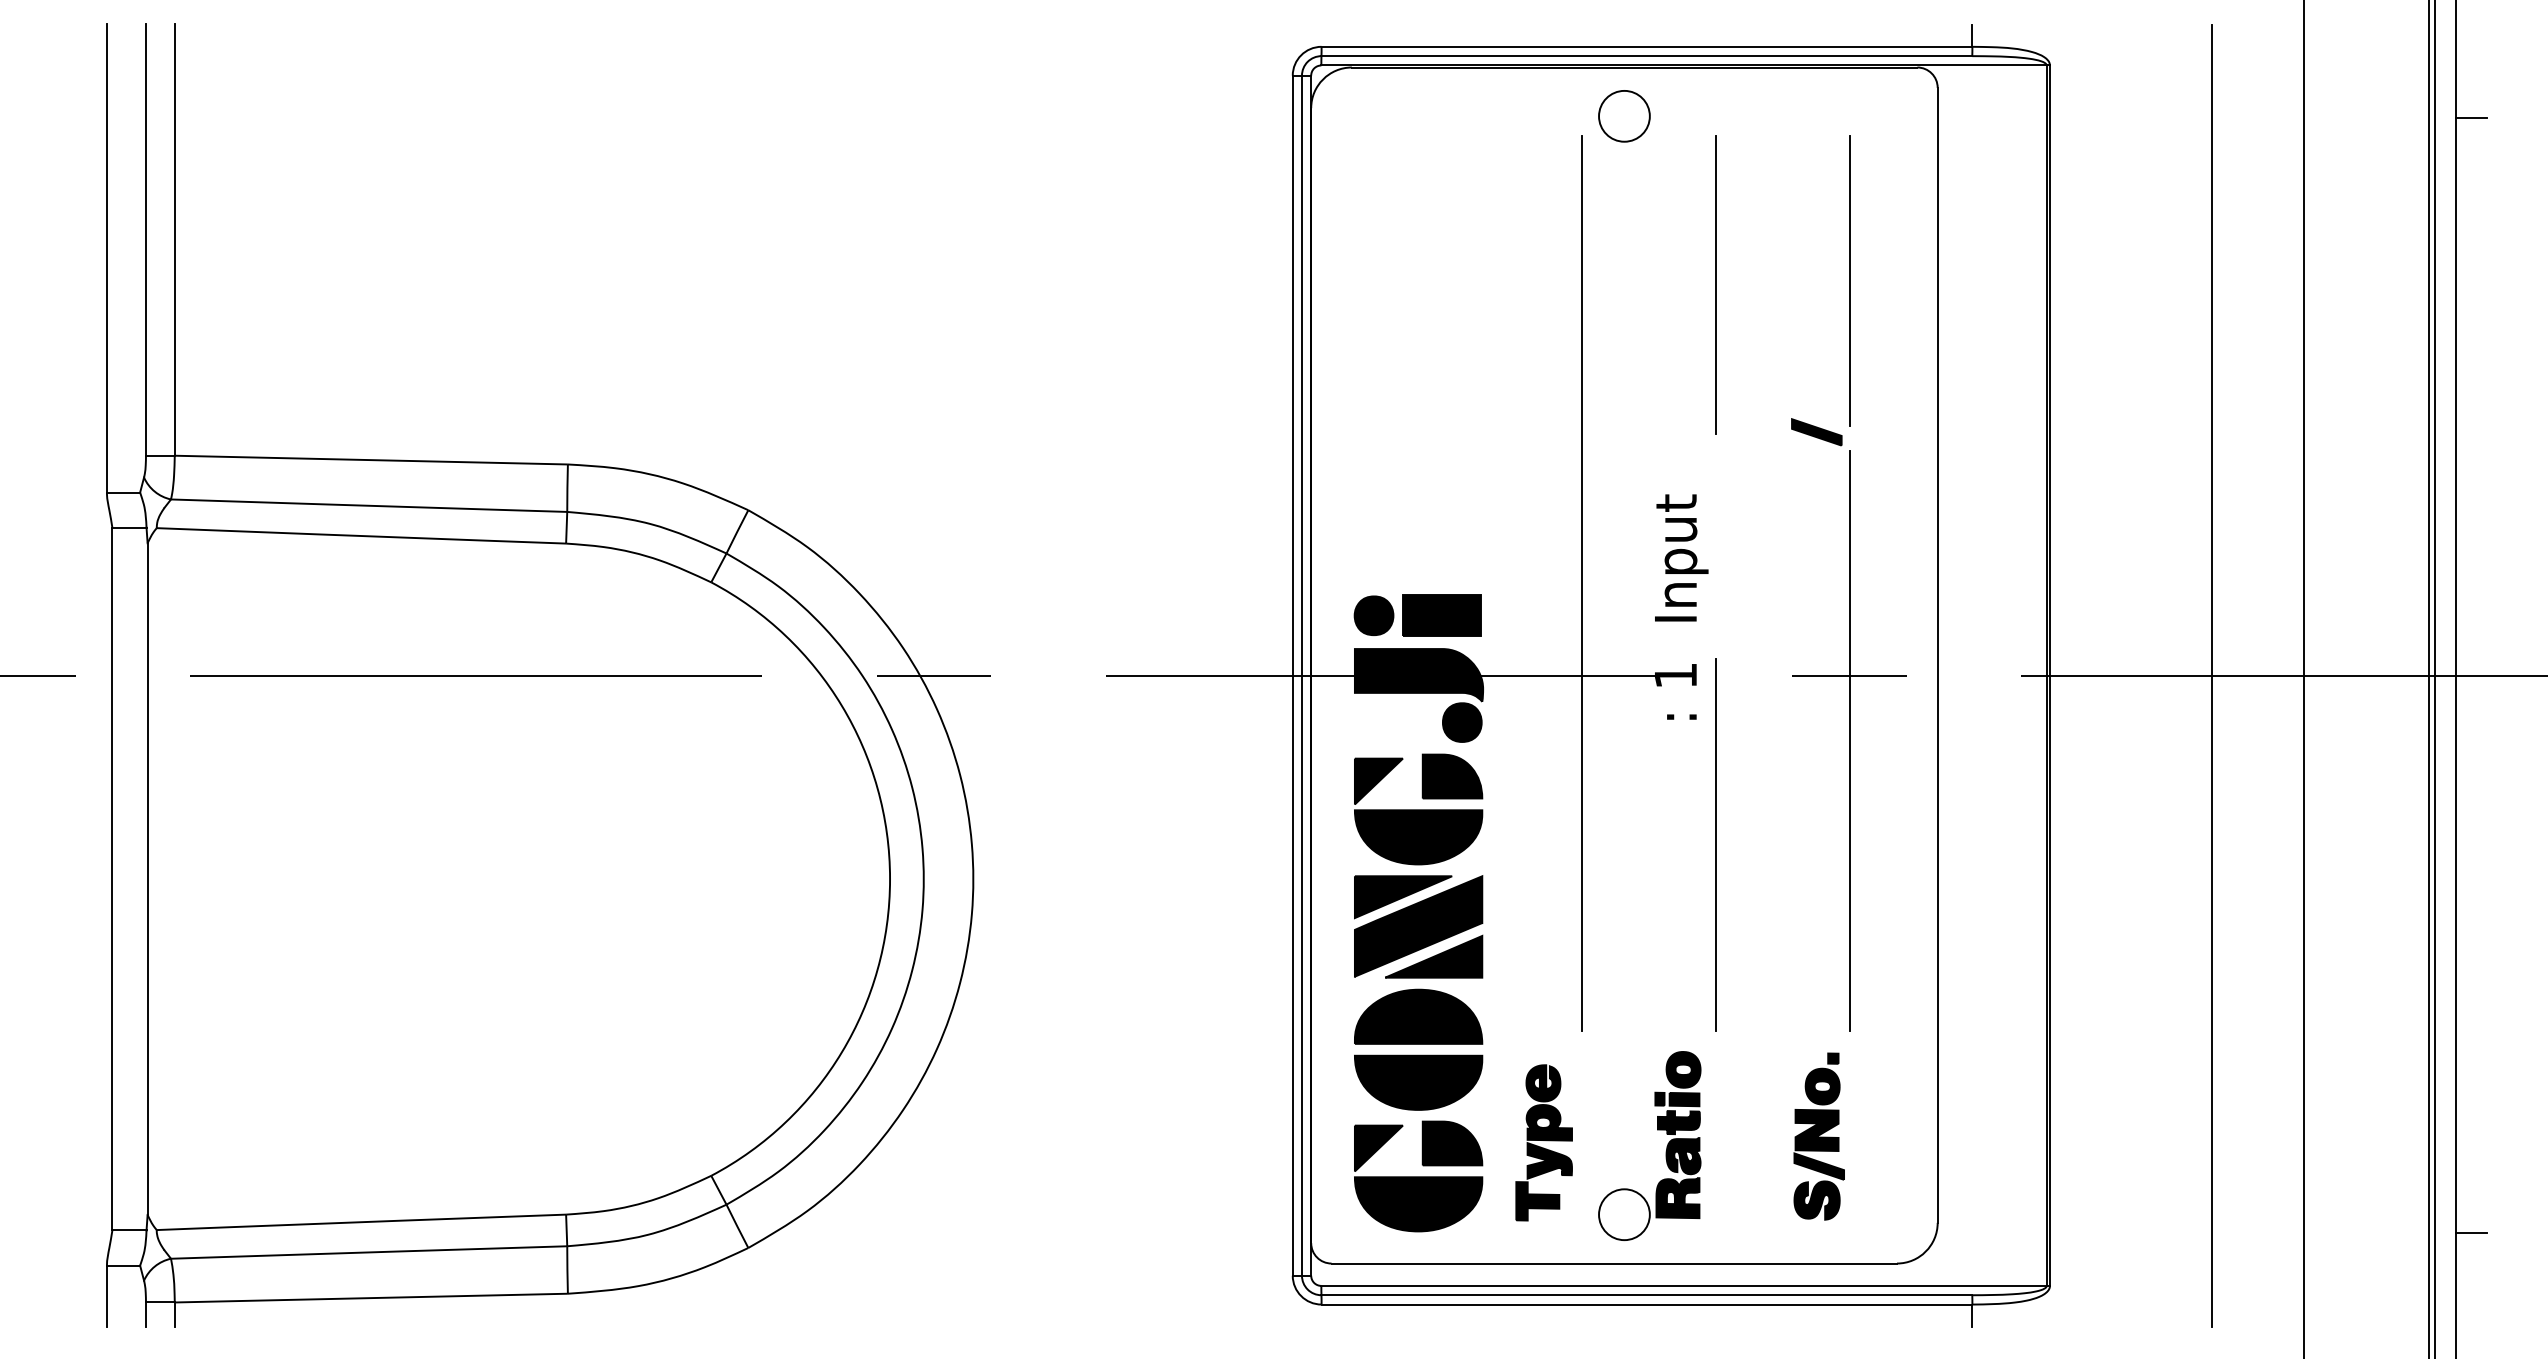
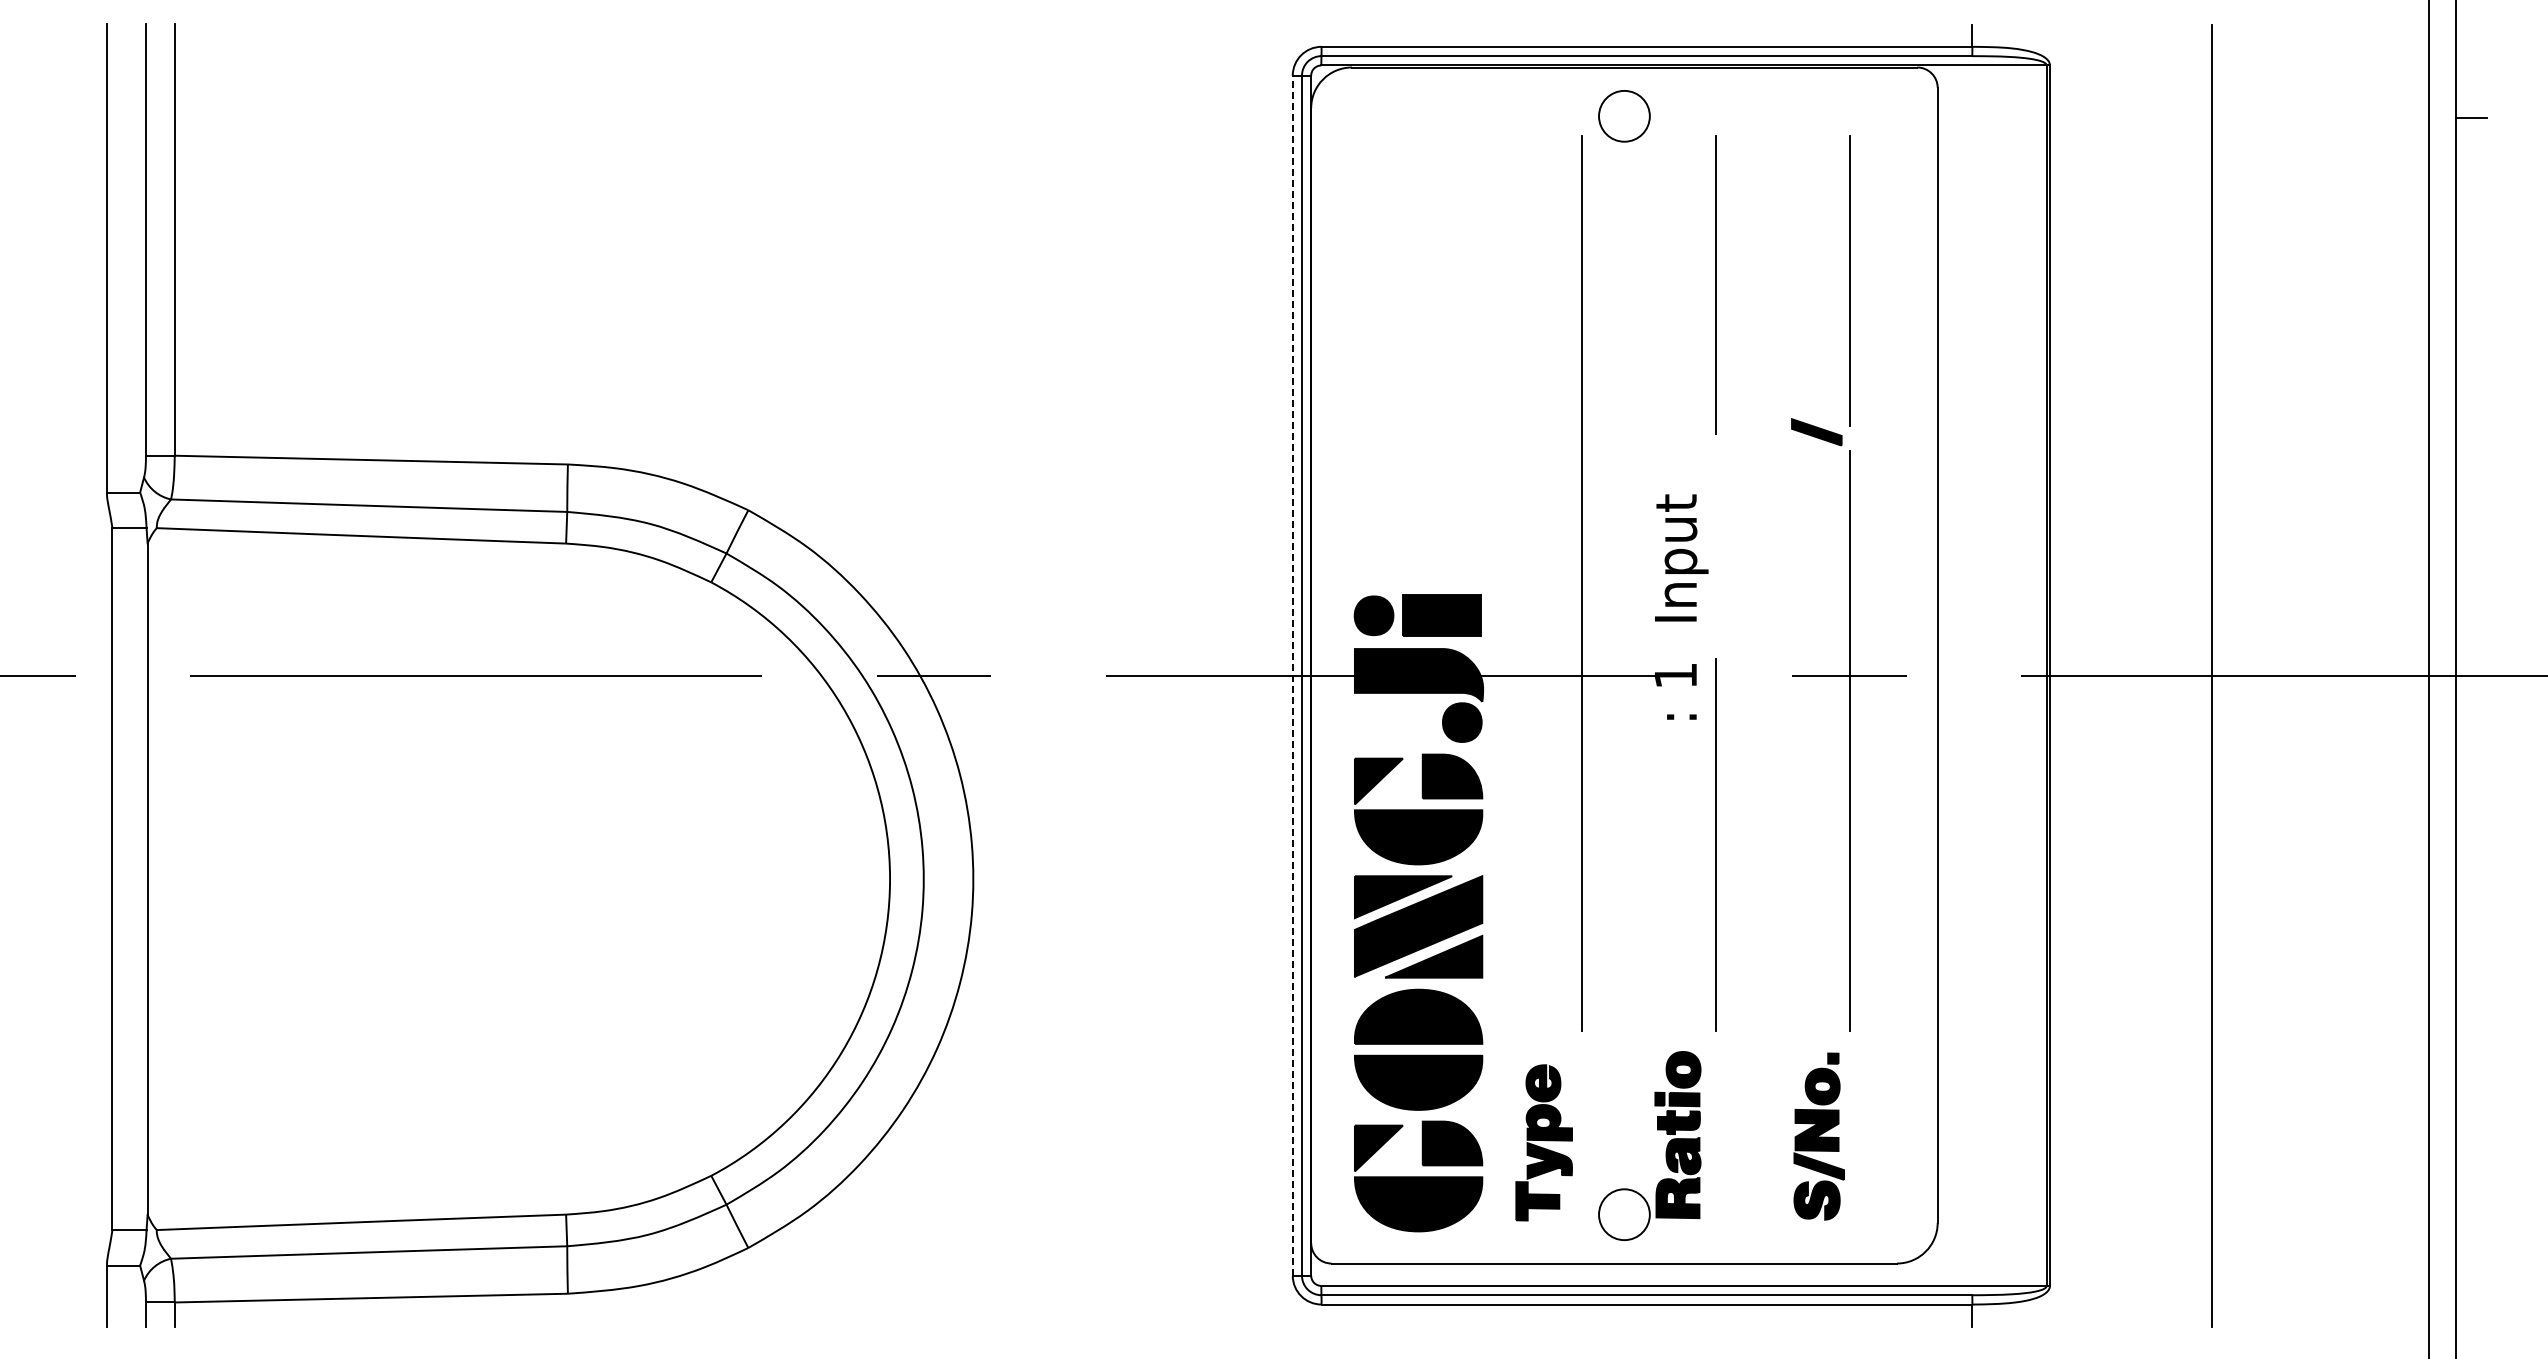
line at (1292, 675): solid -> dashed
line at (2303, 678): present -> none
line at (2434, 678): present -> none
line at (2471, 1233): present -> none
